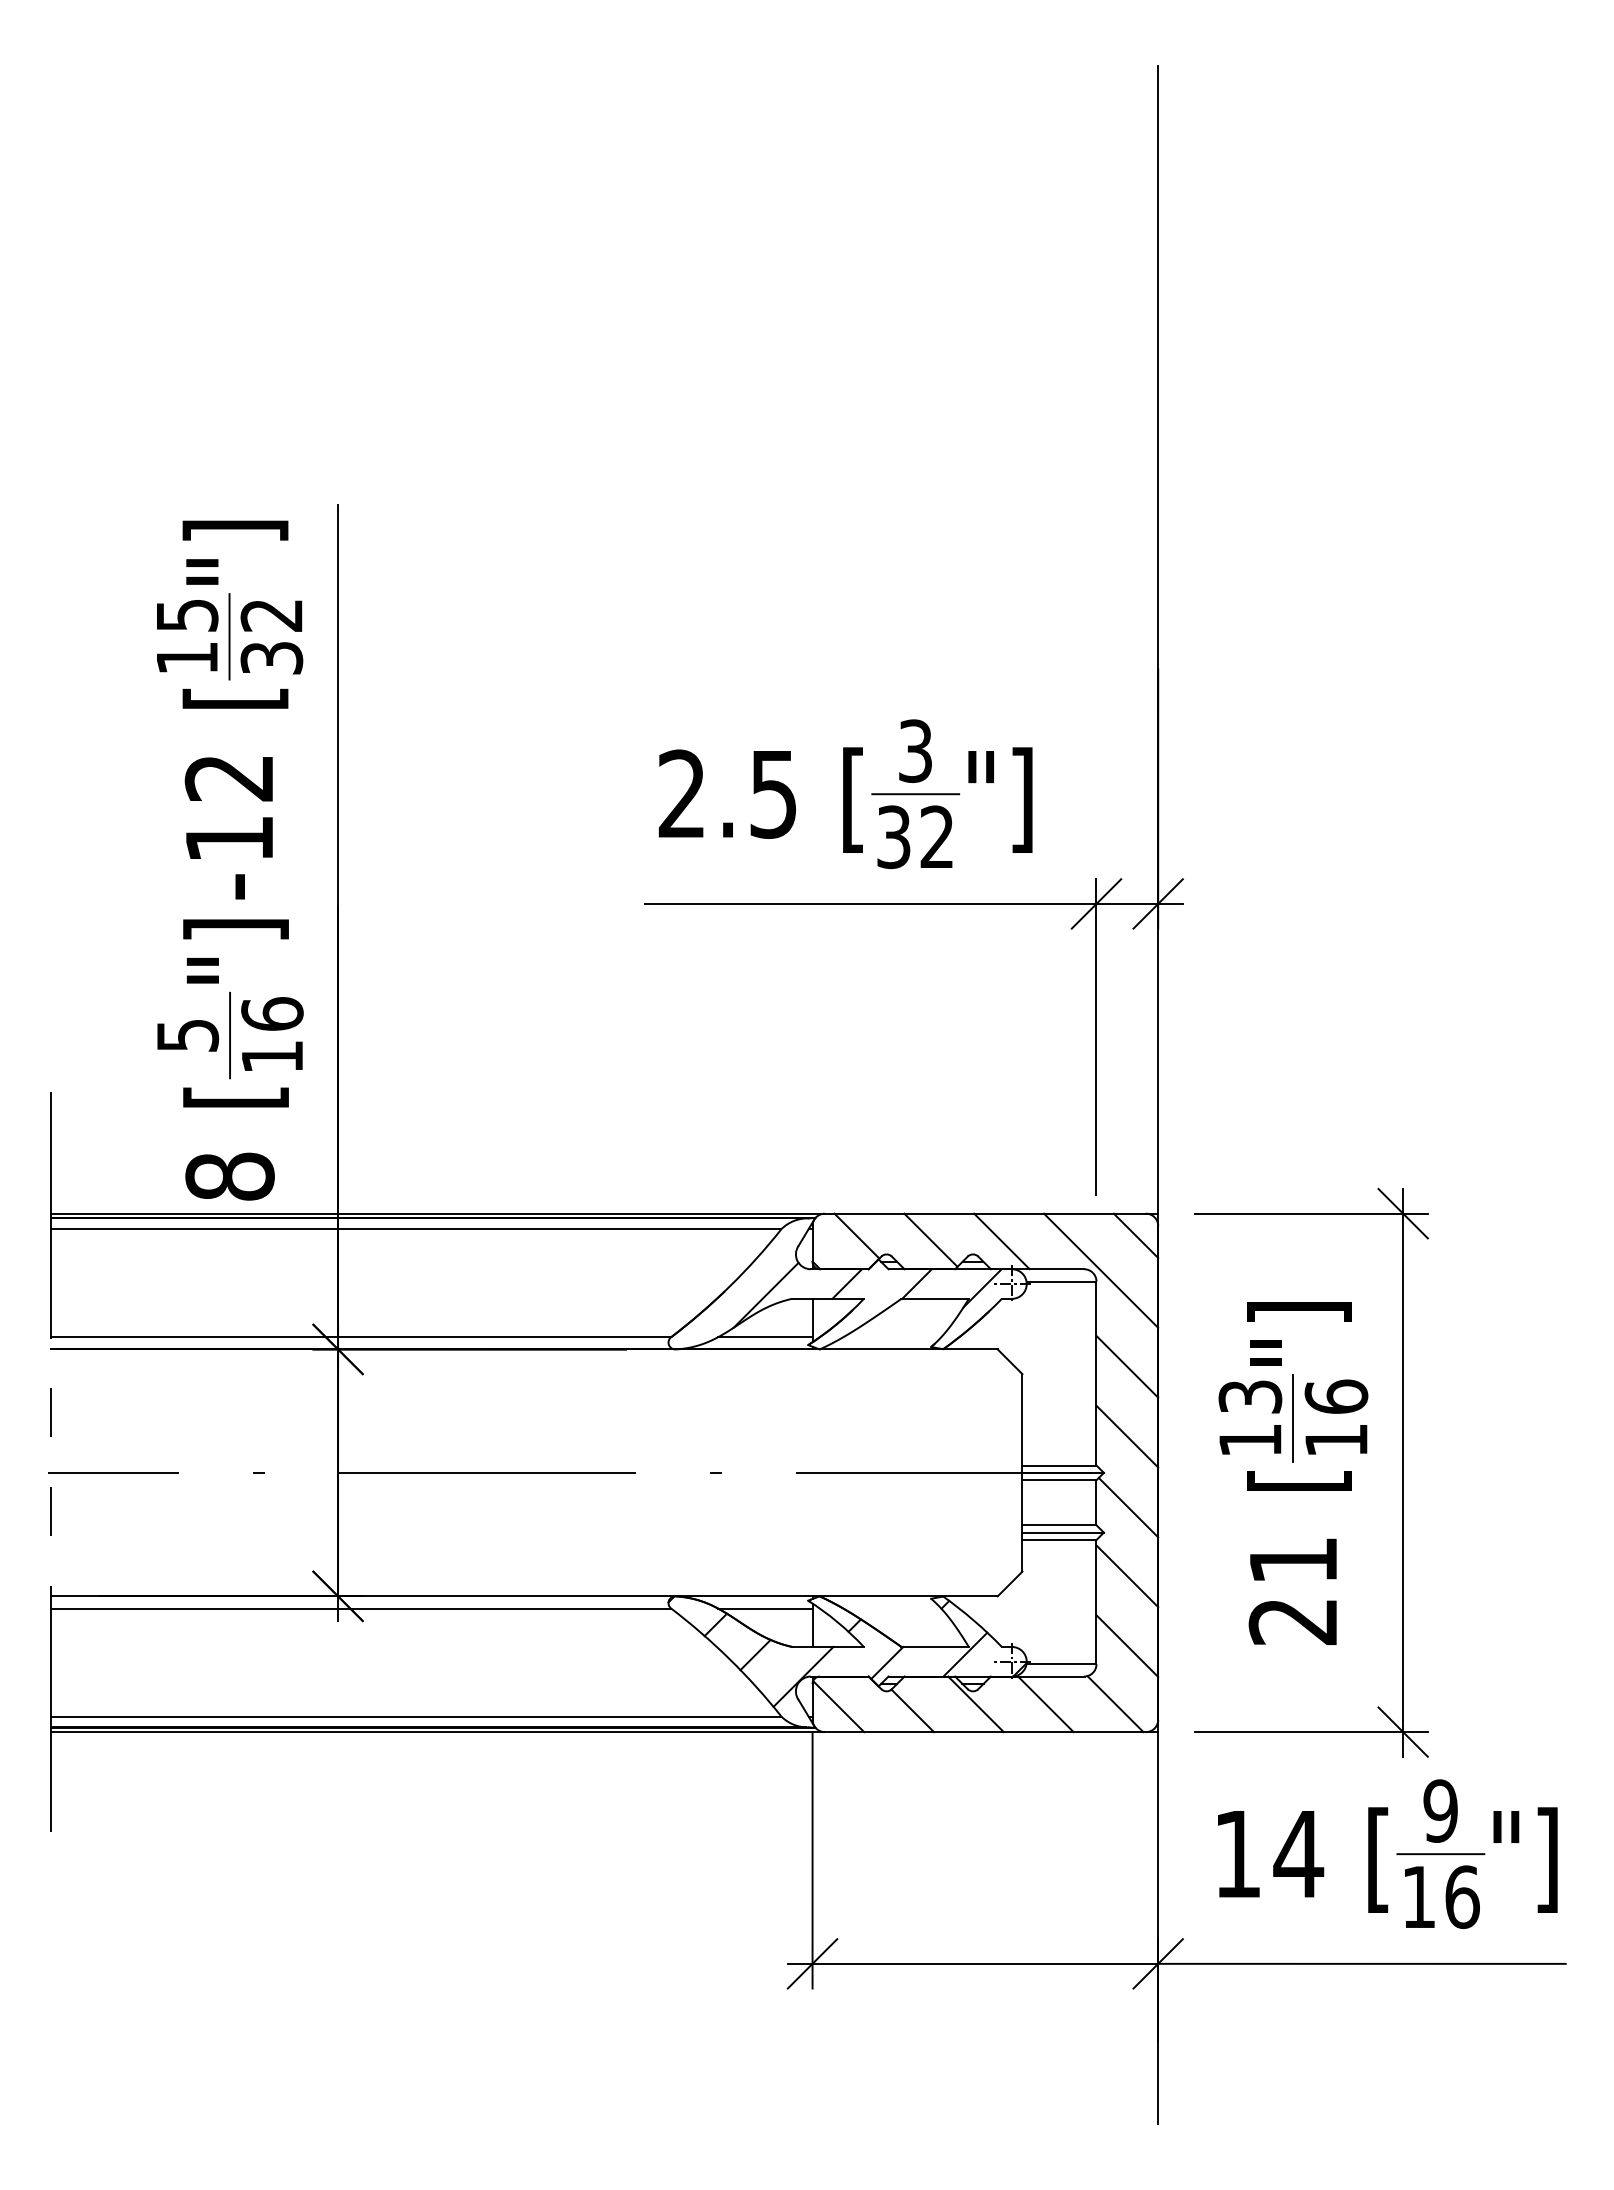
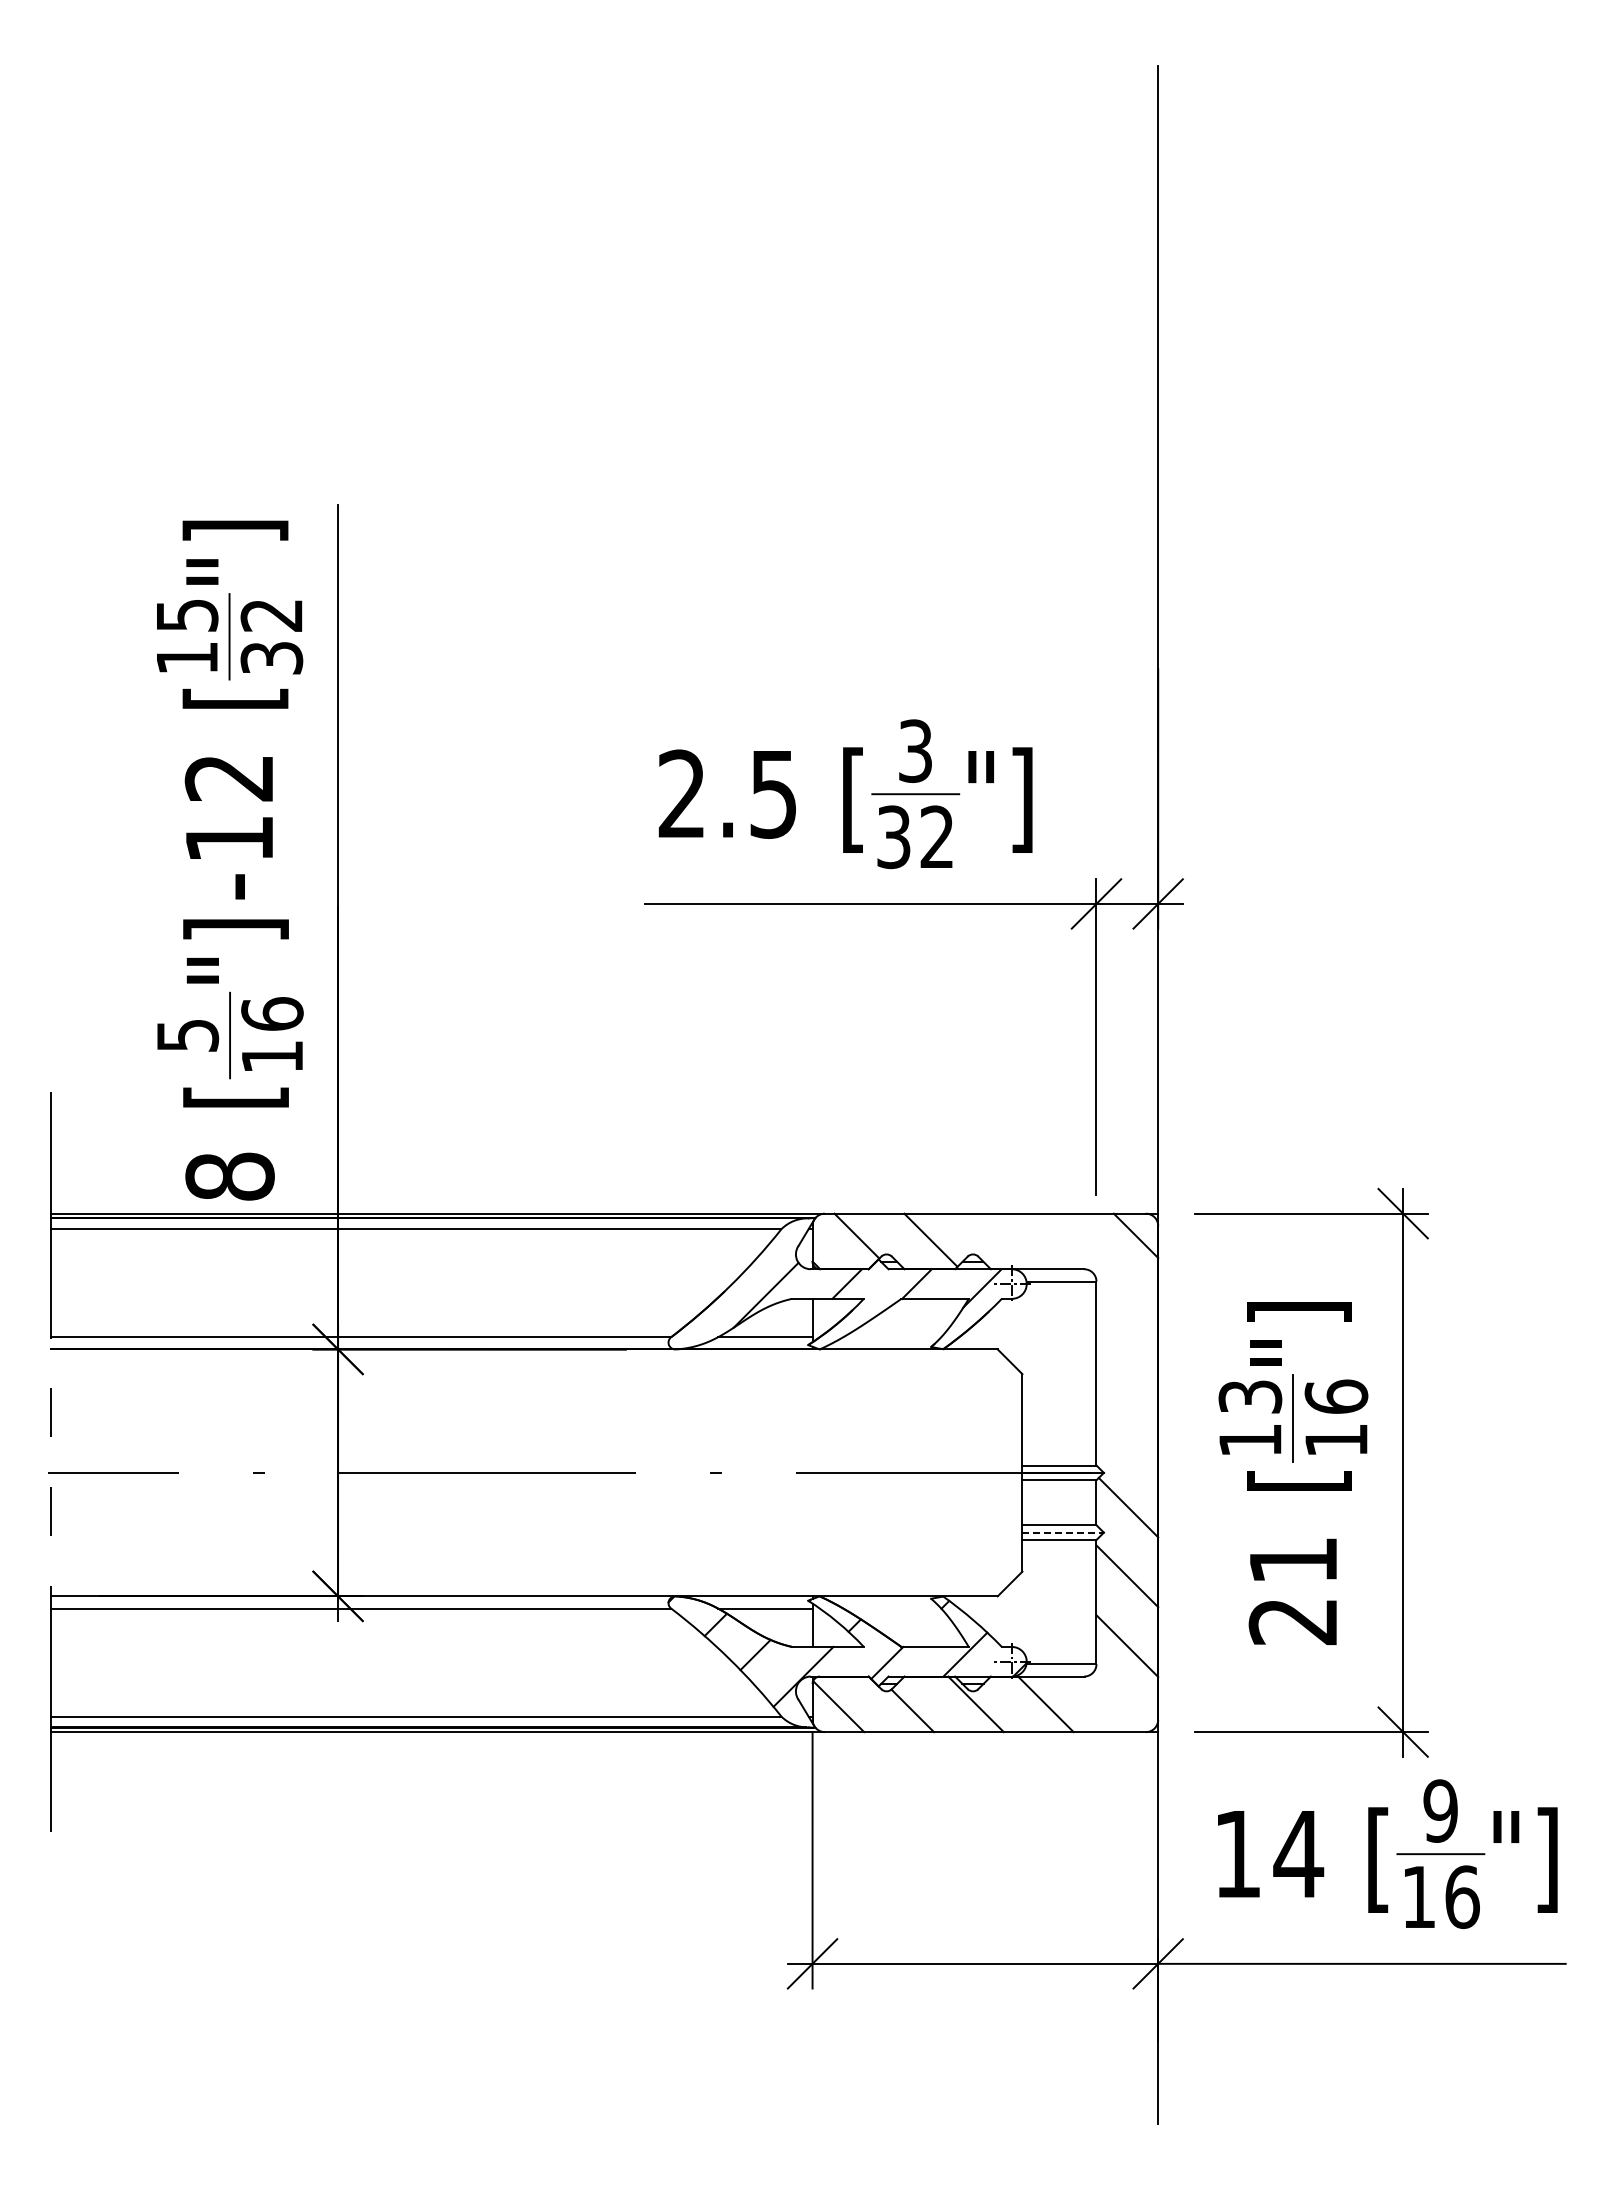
line at (1001, 1241): present -> none
line at (1101, 1270): present -> none
line at (1127, 1366): present -> none
line at (1127, 1436): present -> none
line at (1063, 1532): solid -> dashed
line at (1115, 1704): present -> none
